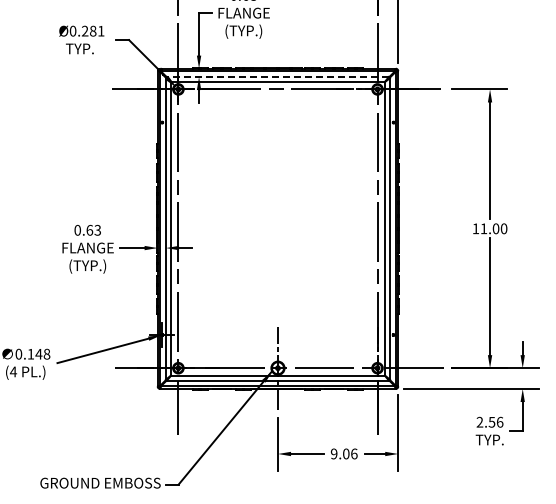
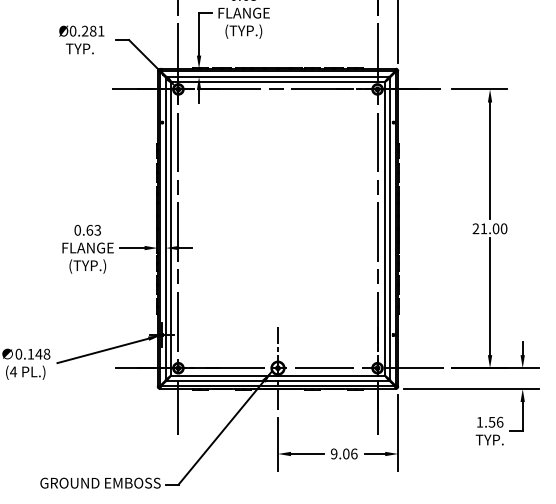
line at (277, 76): dashed -> solid
text at (475, 228): 11.00 -> 21.00
text at (479, 421): 2.56 -> 1.56
